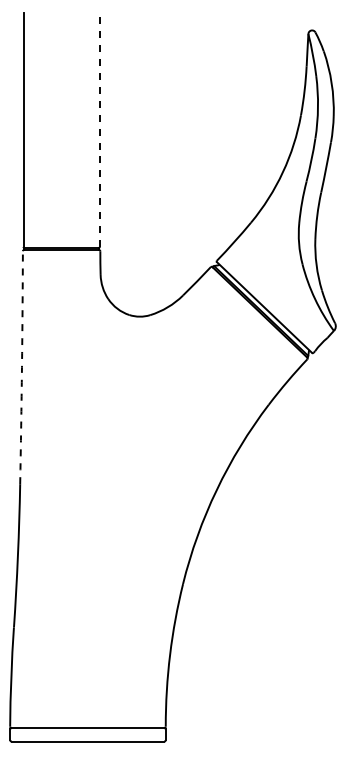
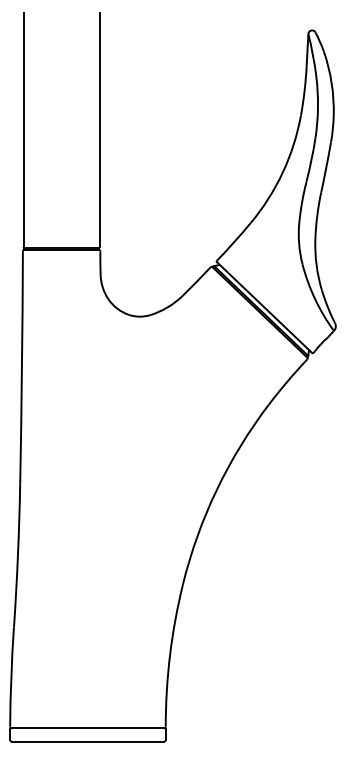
line at (99, 129): dashed -> solid
arc at (21, 367): dashed -> solid
